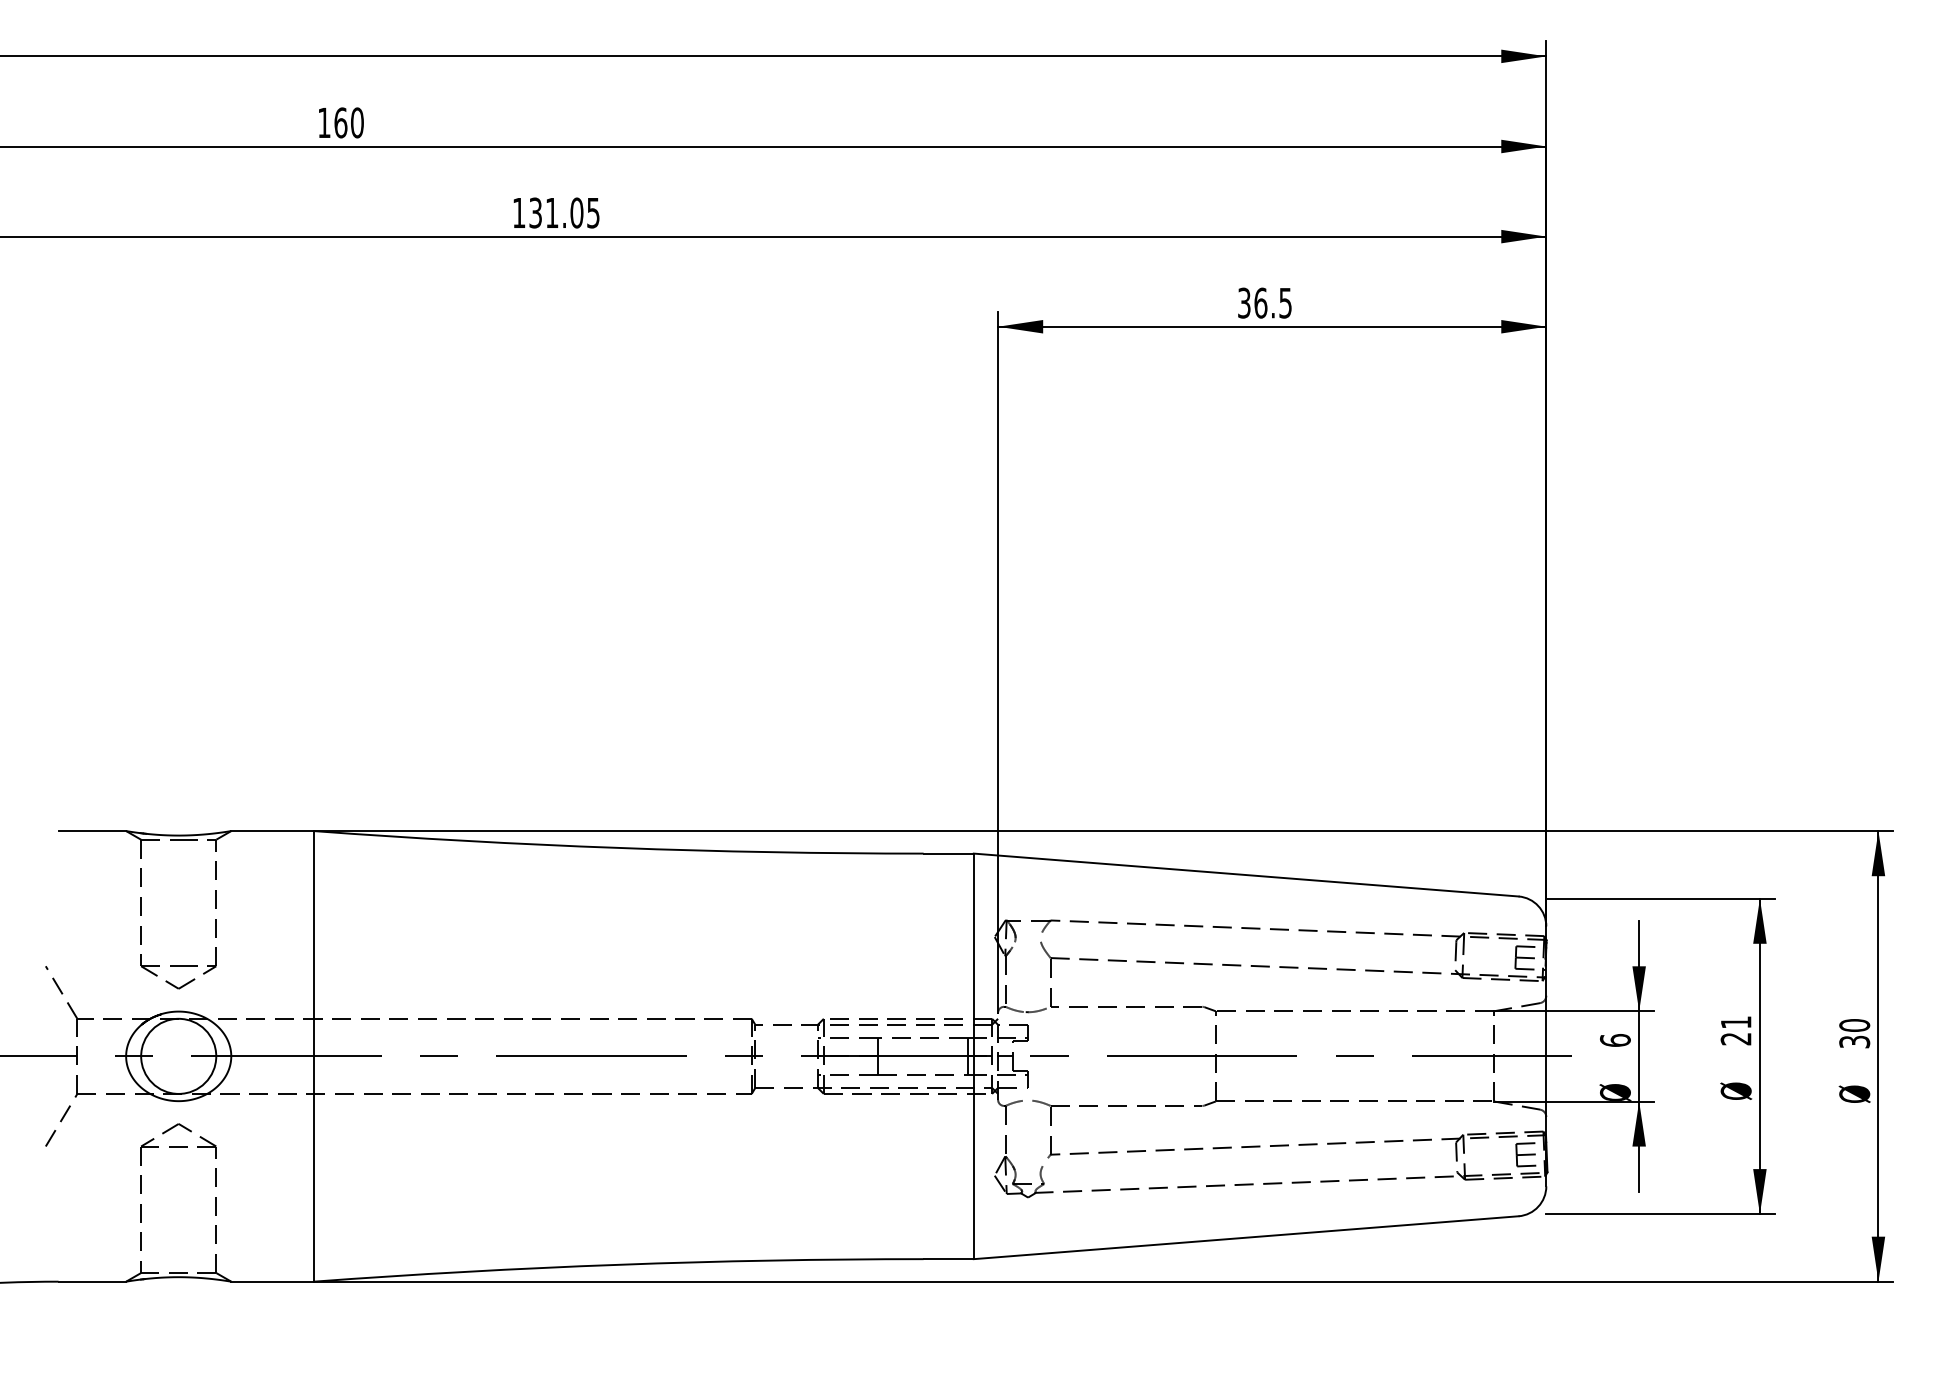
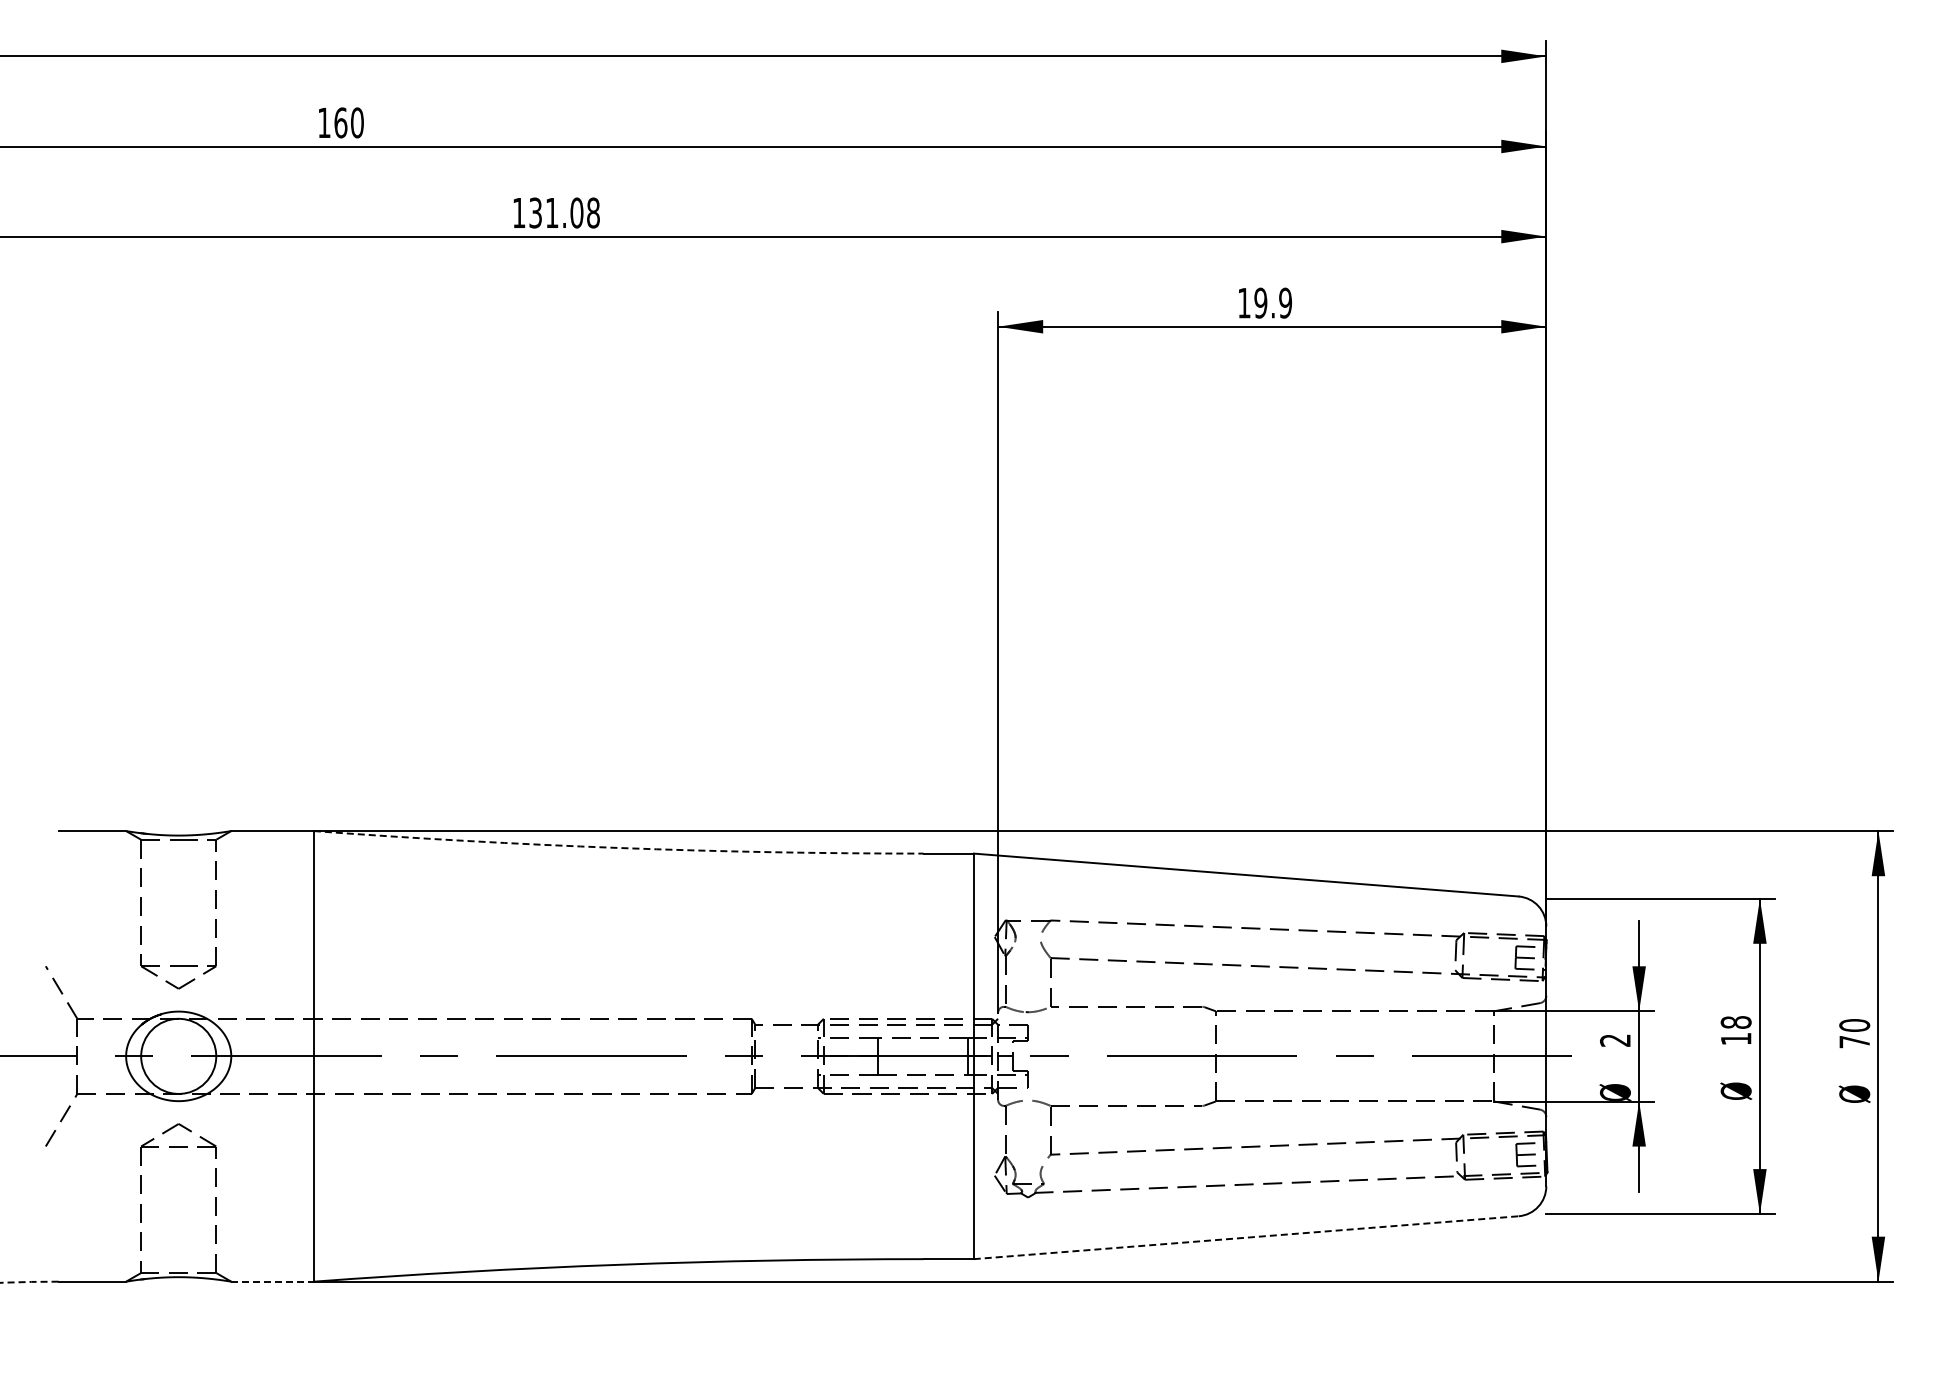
text at (593, 212): 131.05 -> 131.08
text at (1265, 302): 36.5 -> 19.9
arc at (618, 847): solid -> dashed
text at (1735, 1030): 21 -> 18
text at (1615, 1040): 6 -> 2
text at (1854, 1041): 30 -> 70
line at (1246, 1237): solid -> dashed
line at (273, 1281): solid -> dashed
arc at (29, 1282): solid -> dashed
